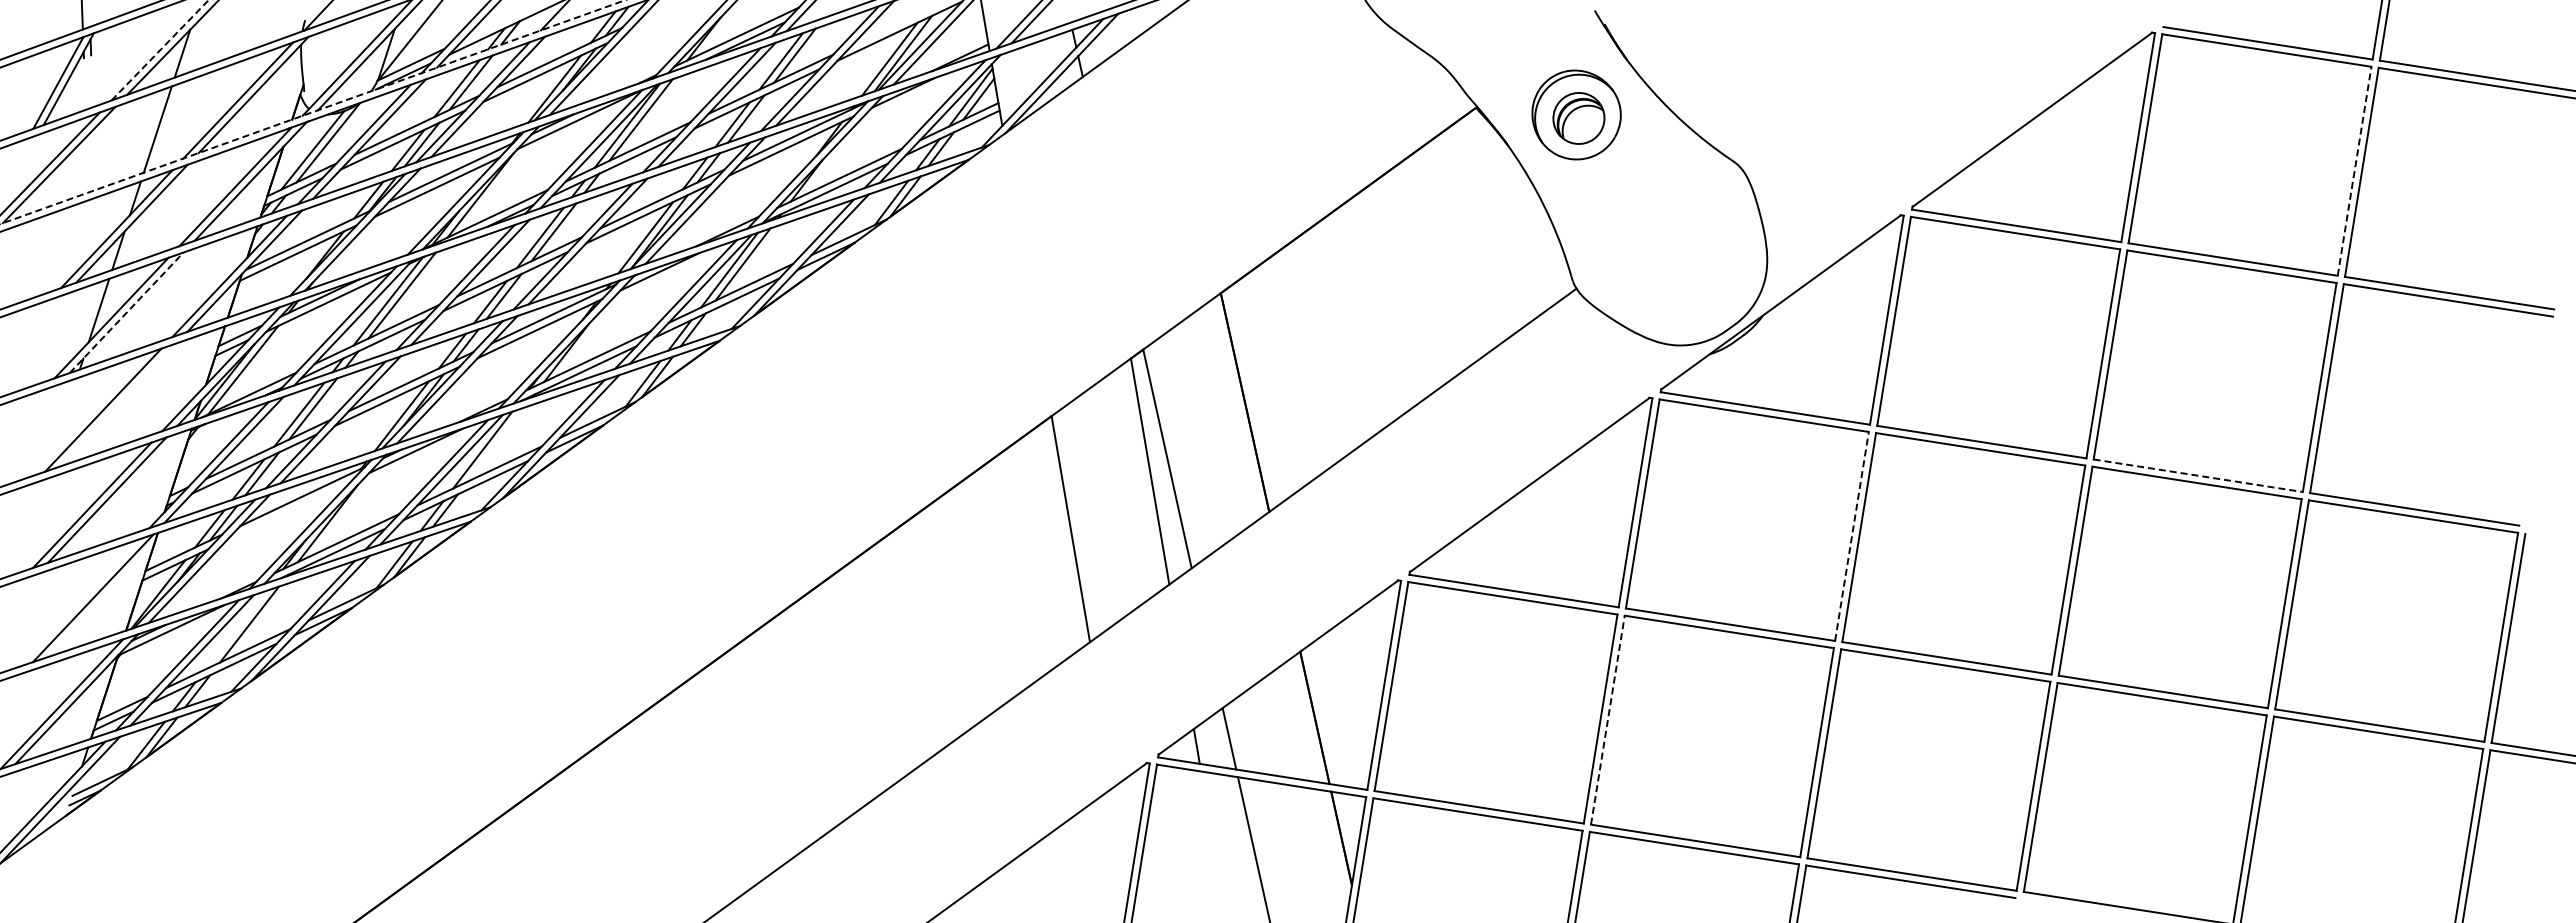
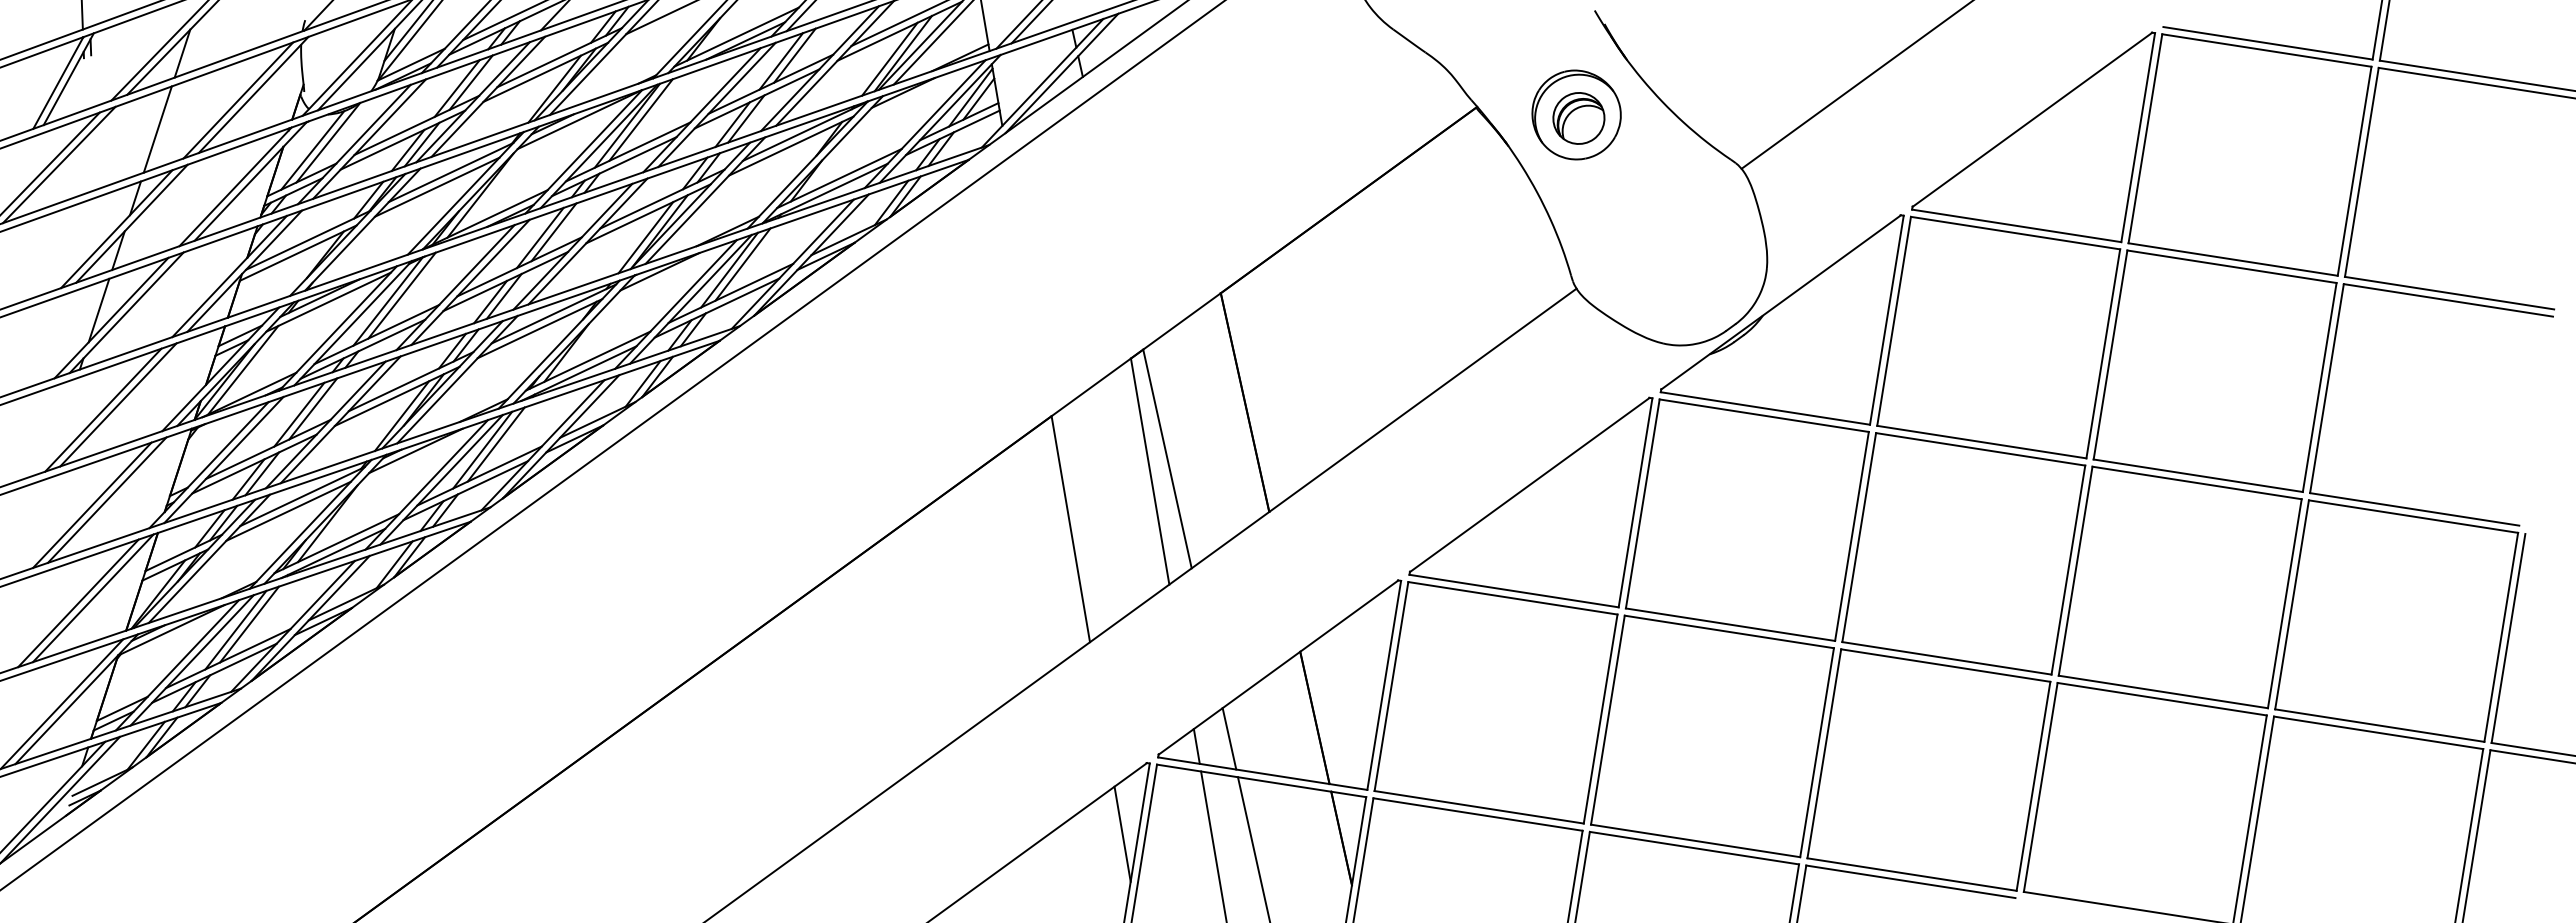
line at (659, 18): none -> present
line at (503, 21): none -> present
line at (897, 24): none -> present
line at (407, 31): none -> present
line at (159, 50): dashed -> solid
line at (1855, 85): none -> present
line at (312, 112): dashed -> solid
line at (2354, 171): dashed -> solid
line at (126, 312): dashed -> solid
line at (118, 404): none -> present
line at (495, 444): none -> present
line at (612, 445): none -> present
line at (2198, 475): dashed -> solid
line at (288, 510): none -> present
line at (1851, 536): dashed -> solid
line at (78, 603): none -> present
line at (235, 629): none -> present
line at (1607, 720): dashed -> solid
line at (1122, 833): none -> present
line at (1213, 845): none -> present
